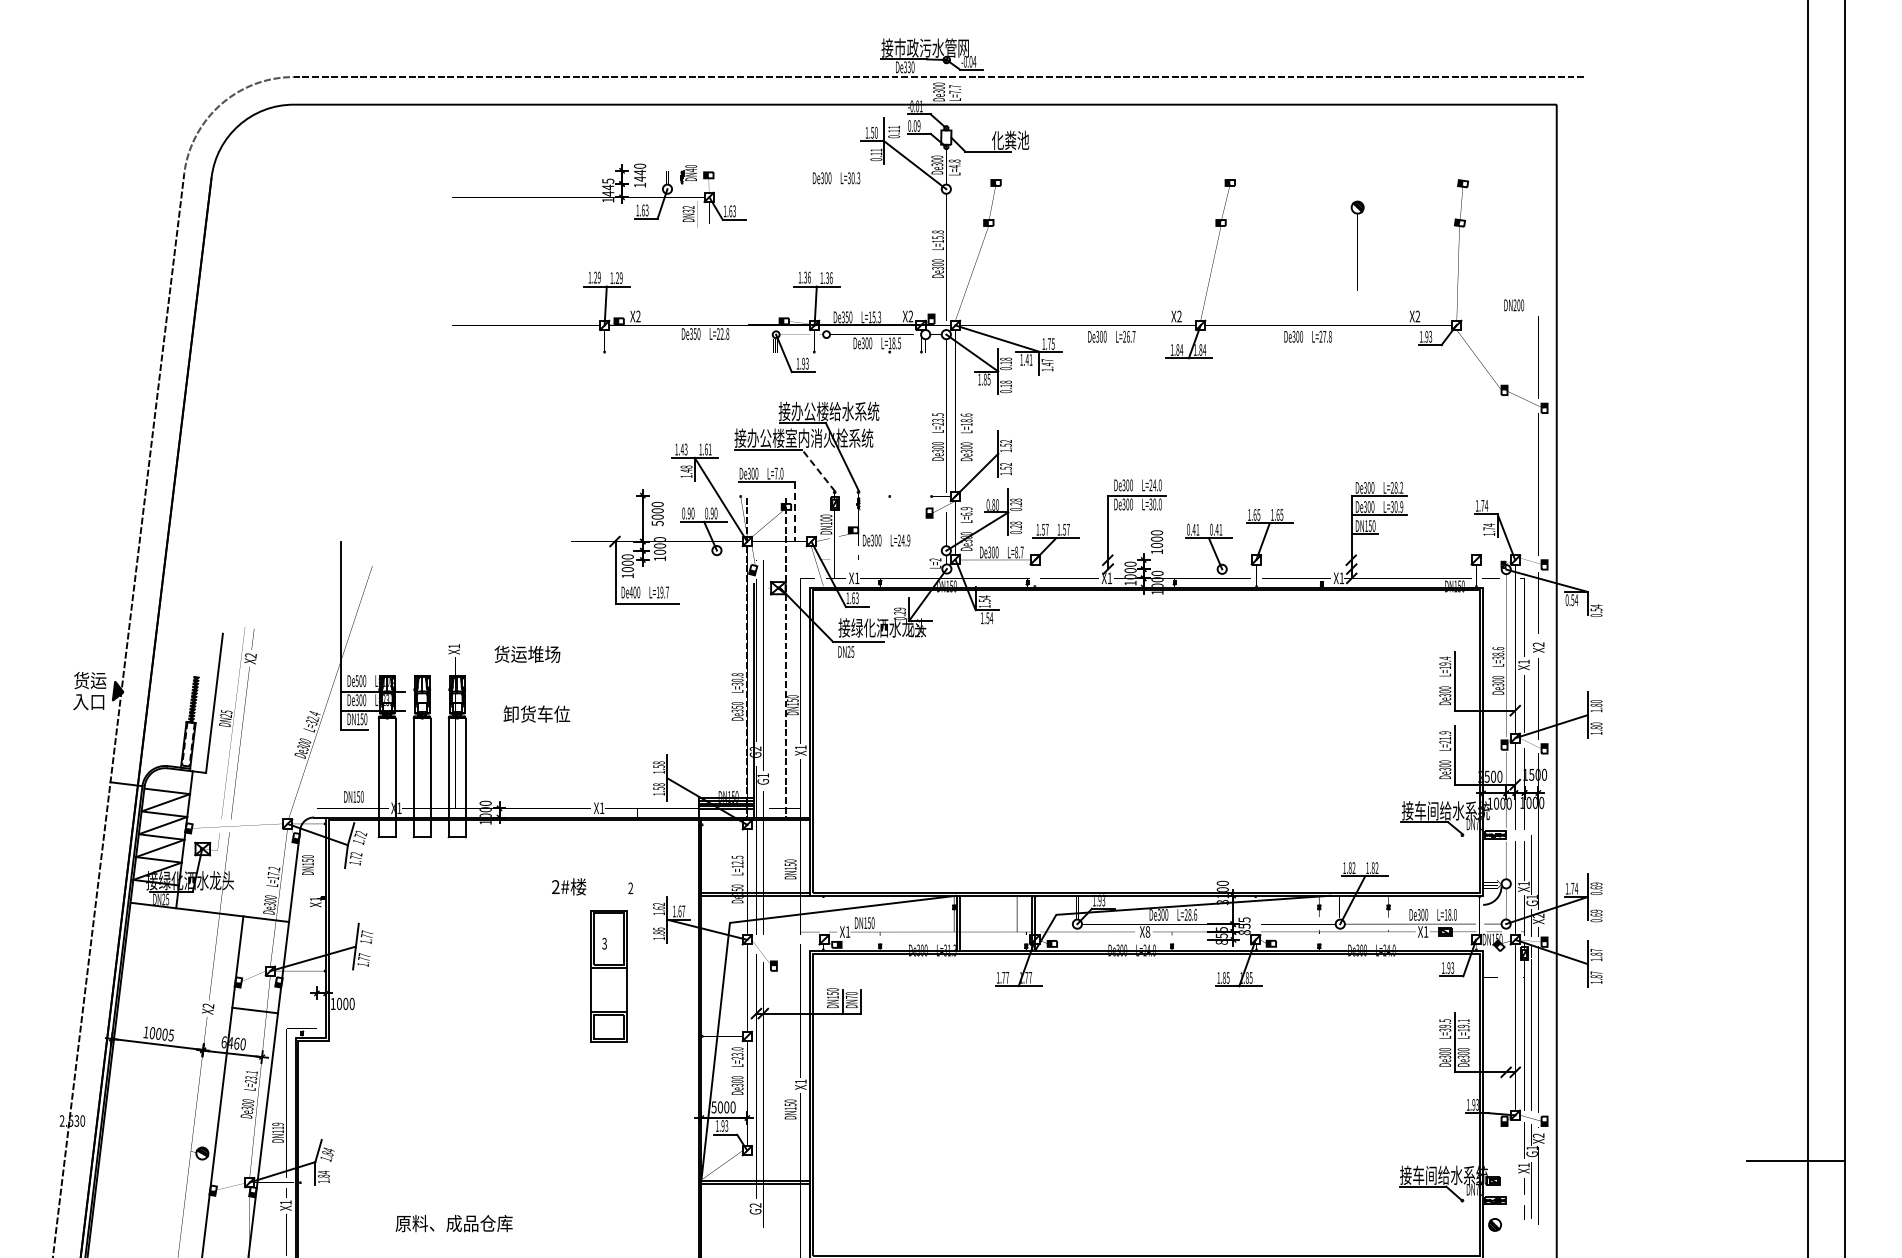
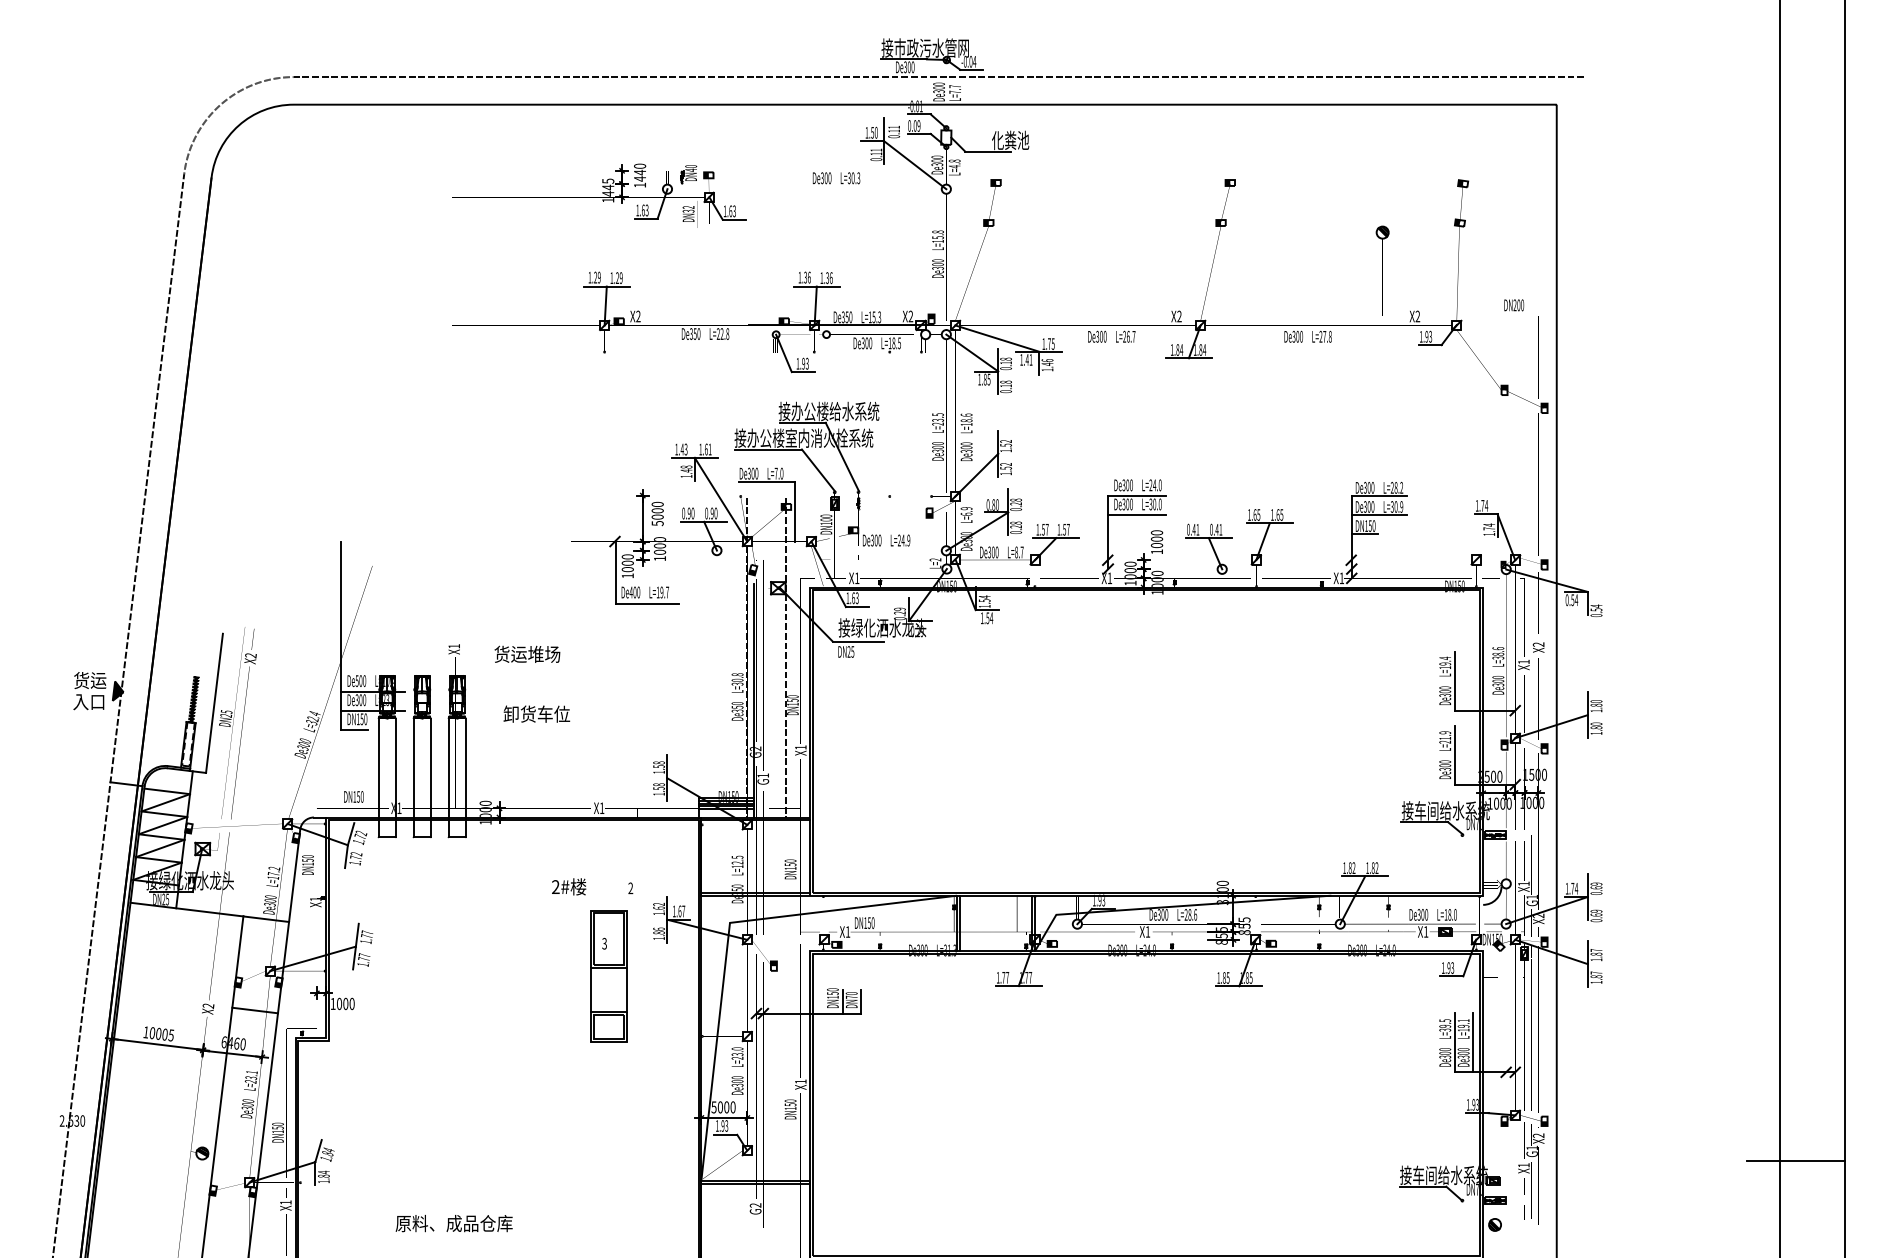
text at (908, 66): De330 -> De300
part at (1357, 245) position: (1357, 245) -> (1382, 270)
text at (1047, 360): 1.47 -> 1.46
line at (818, 470): dashed -> solid
line at (795, 511): dashed -> solid
line at (1136, 515): none -> present
line at (1807, 628) position: (1807, 628) -> (1779, 628)
text at (1147, 931): X8 -> X1
line at (1473, 1042): none -> present
text at (277, 1126): DN119 -> DN150
